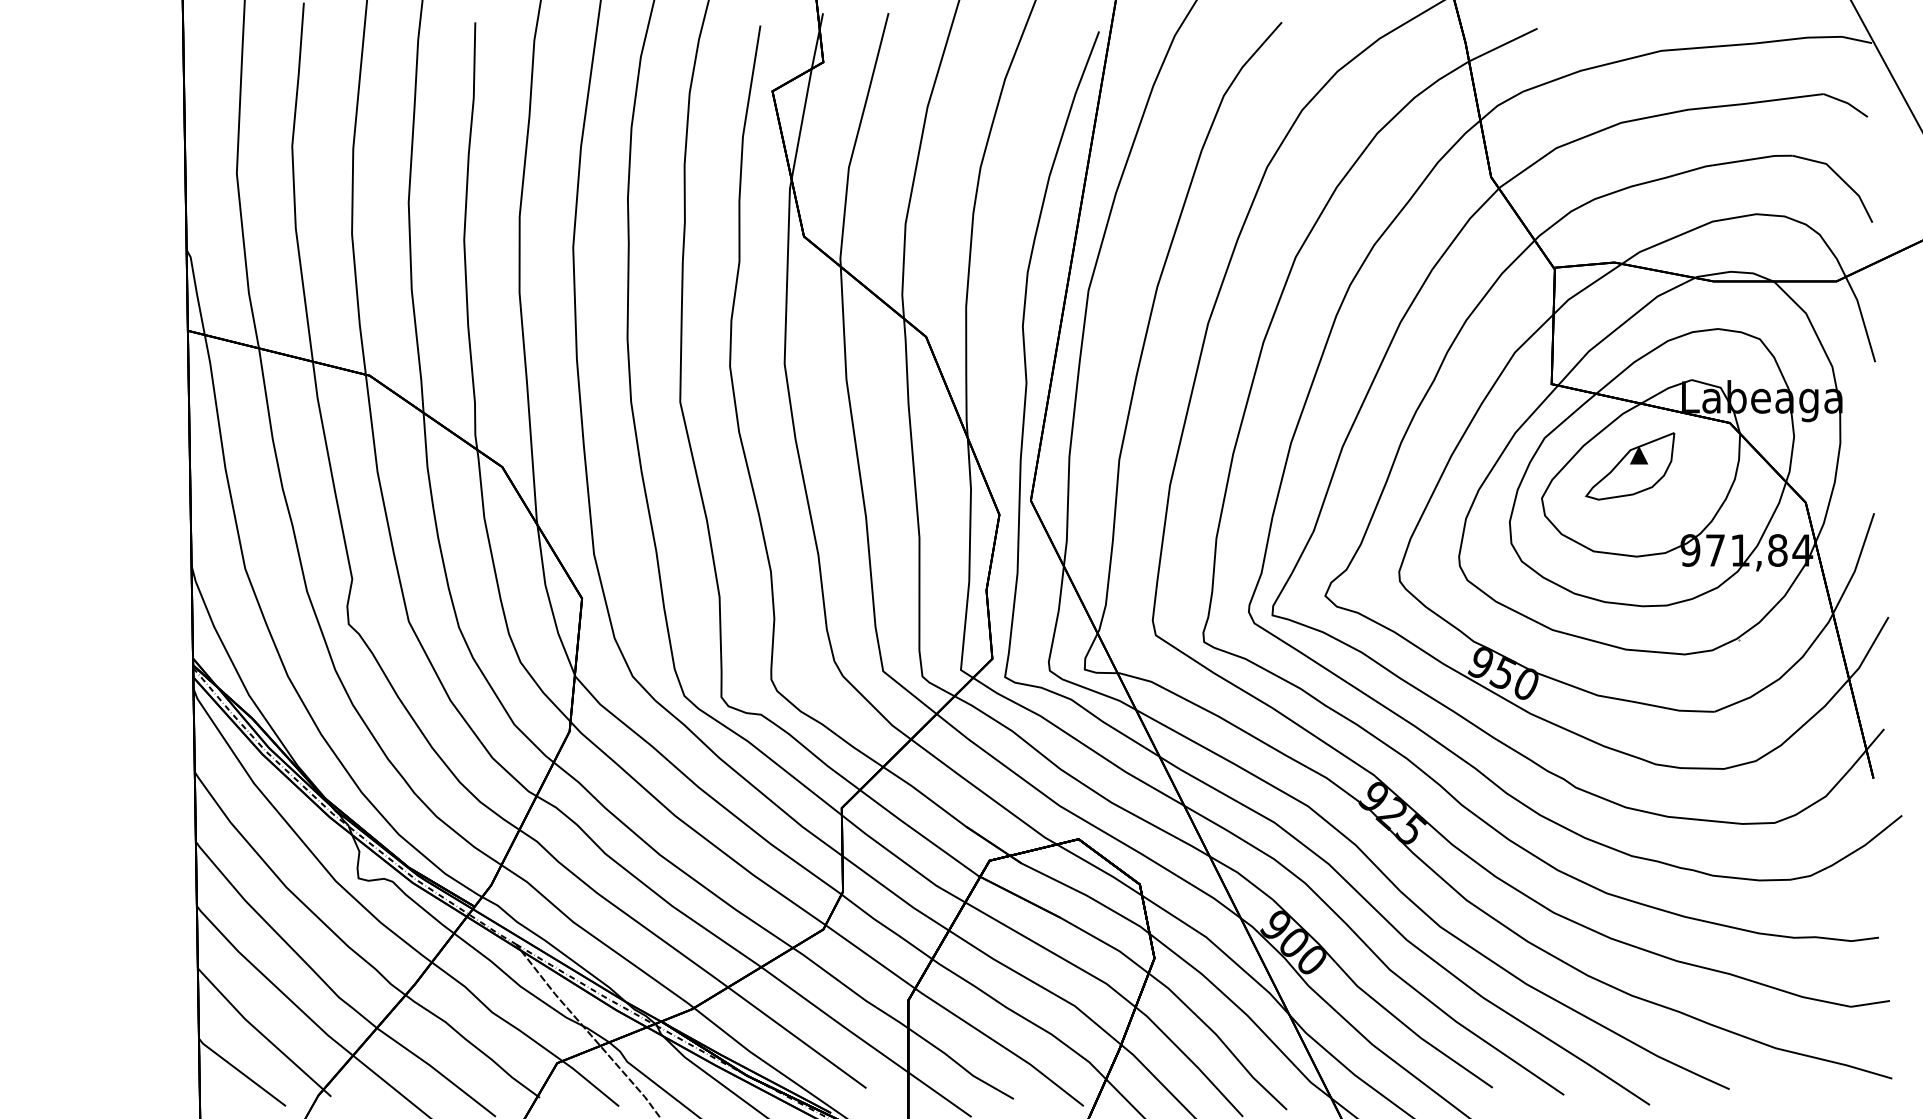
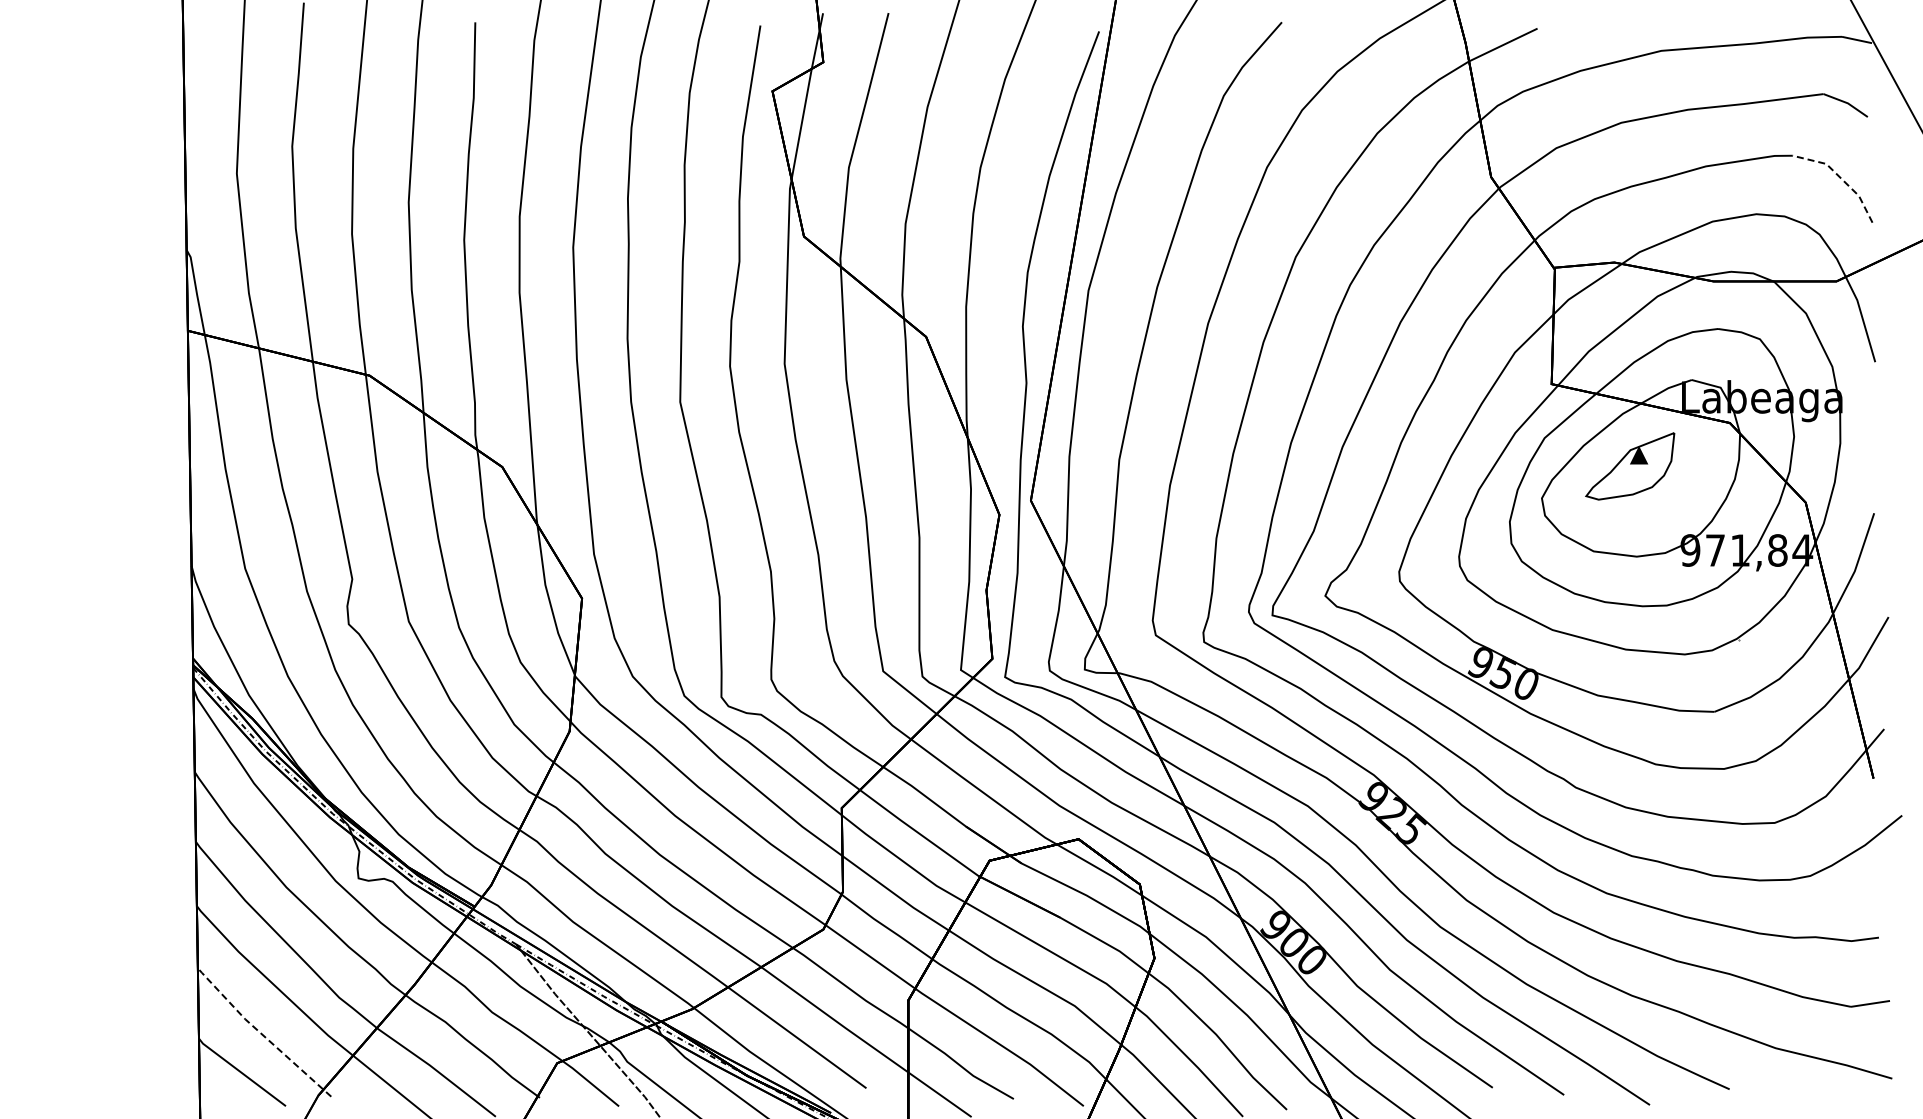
line at (1840, 177): solid -> dashed
line at (261, 1033): solid -> dashed
